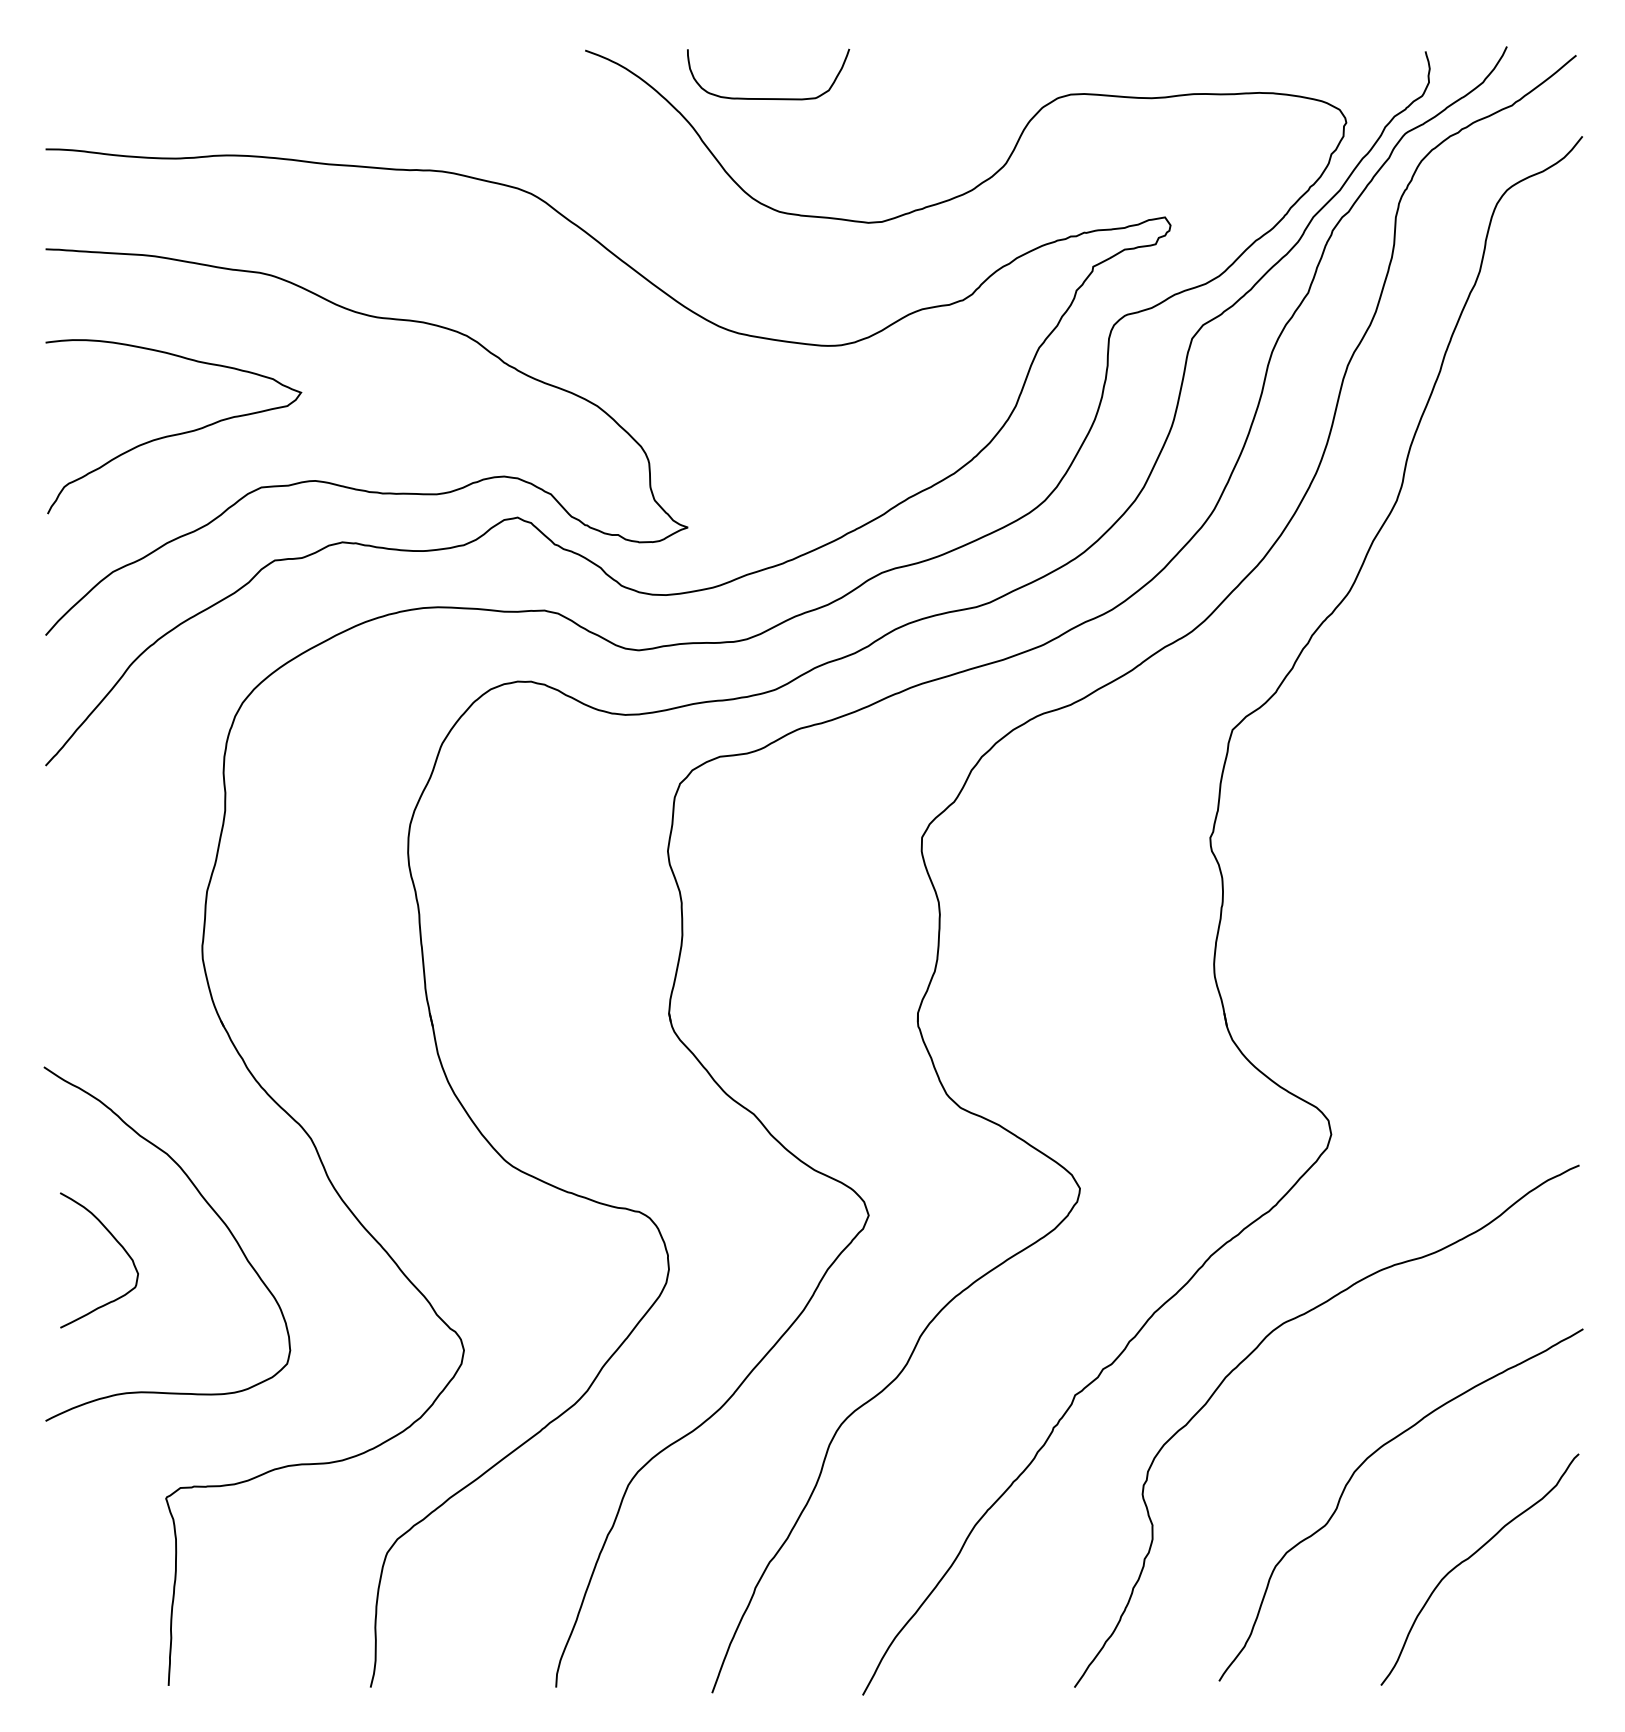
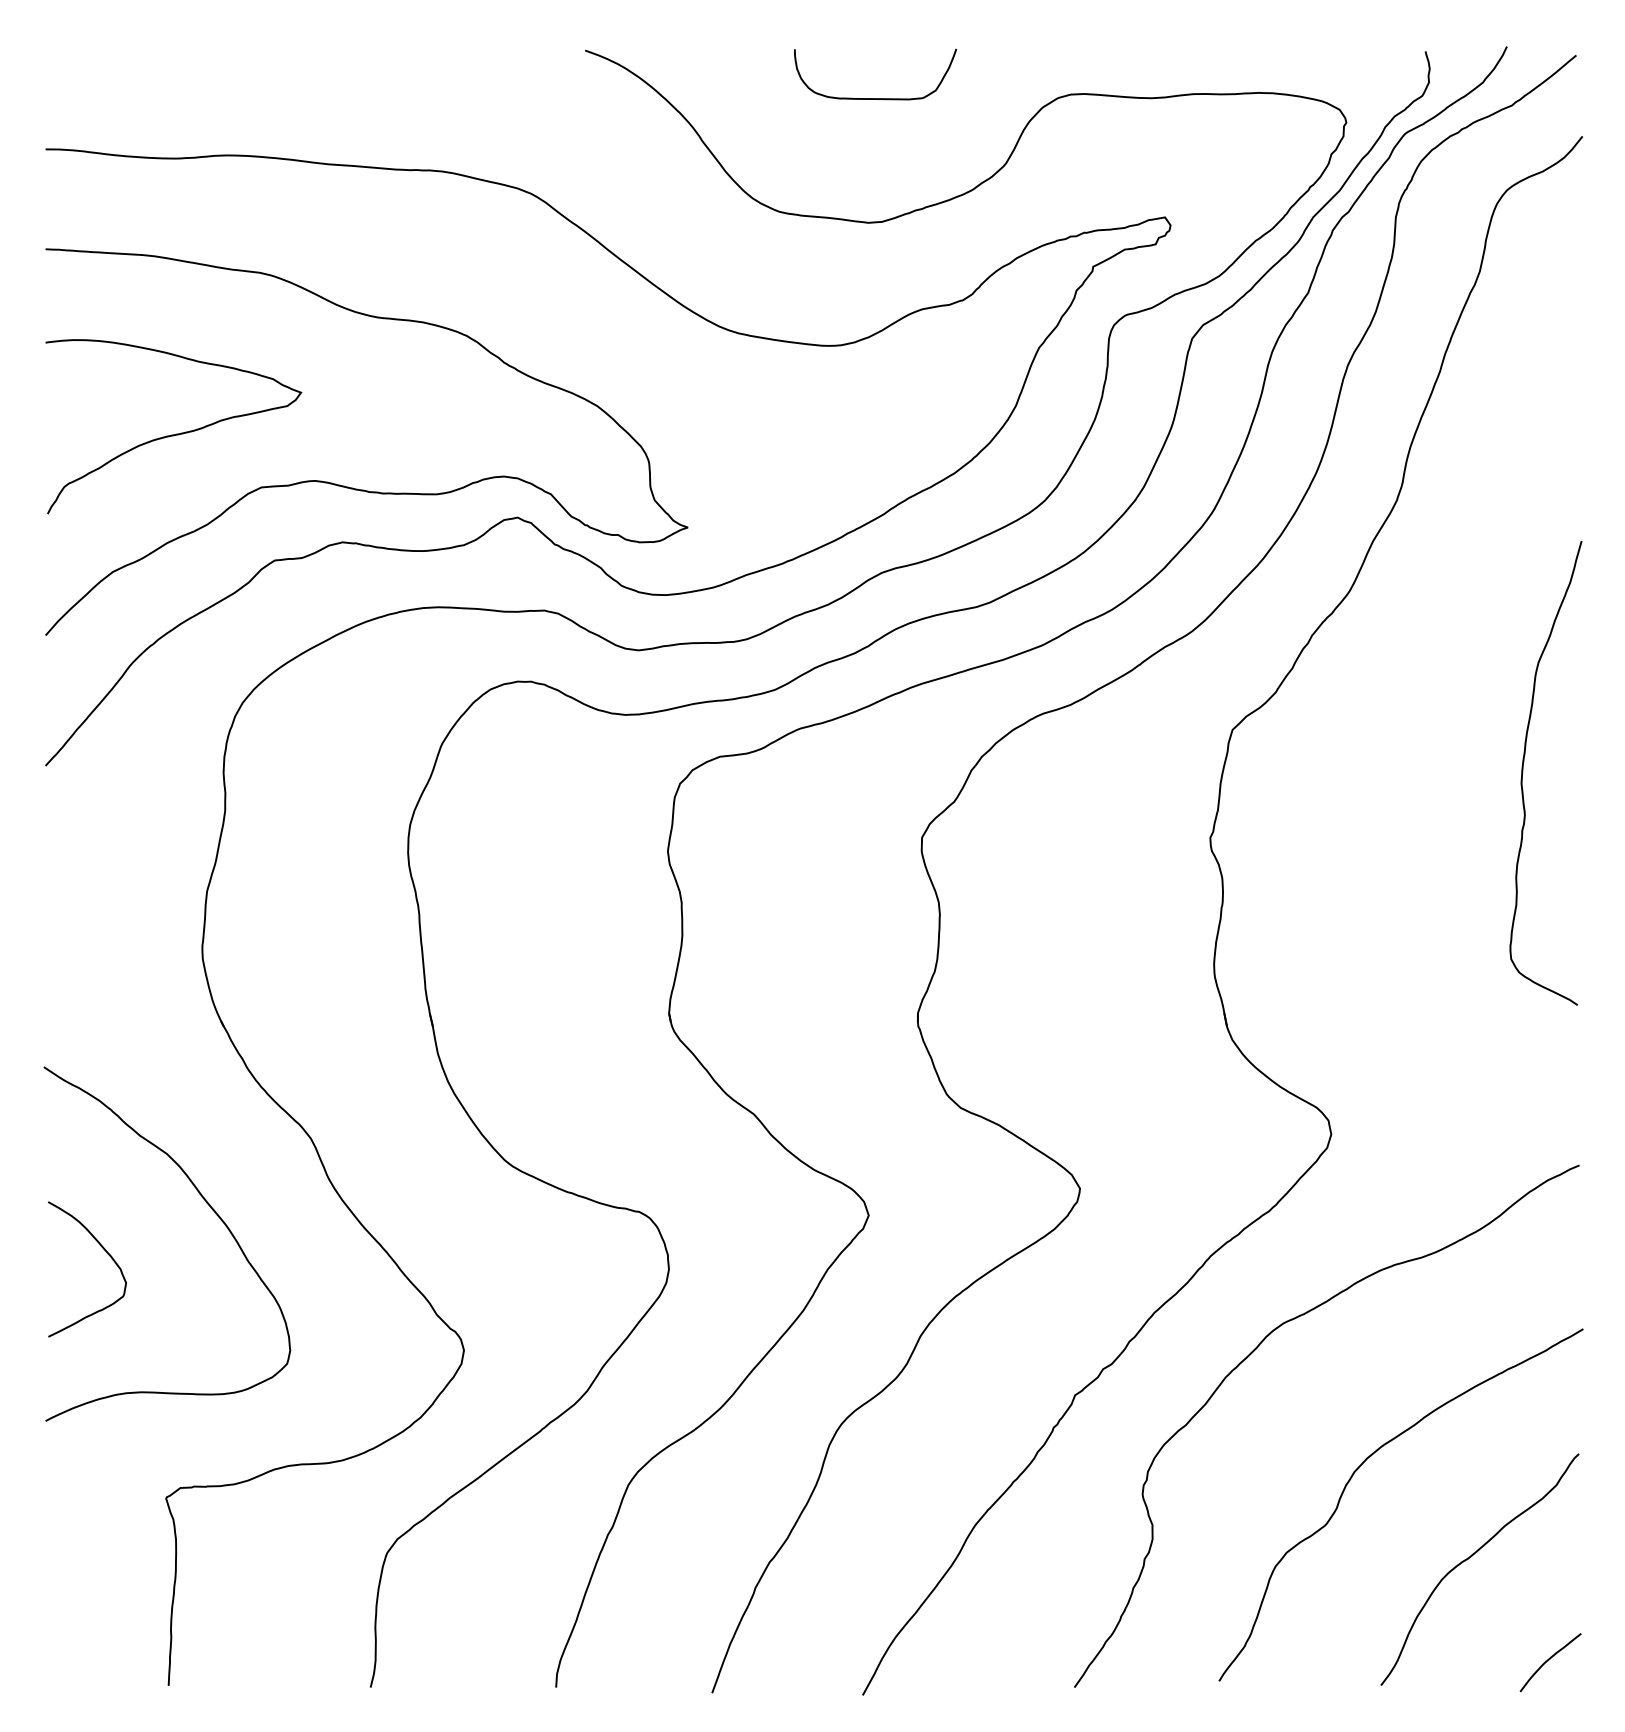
curve at (768, 98) position: (768, 98) -> (875, 98)
curve at (1523, 773): none -> present
curve at (119, 1245) position: (119, 1245) -> (107, 1254)
curve at (1549, 1660): none -> present
